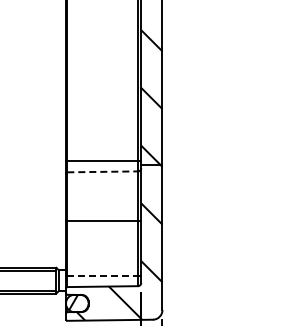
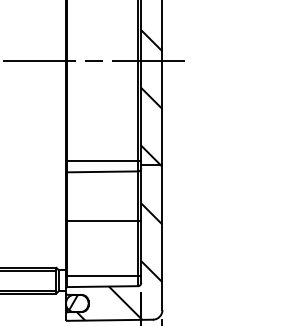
line at (93, 60): none -> present
line at (103, 171): dashed -> solid
line at (103, 276): dashed -> solid
